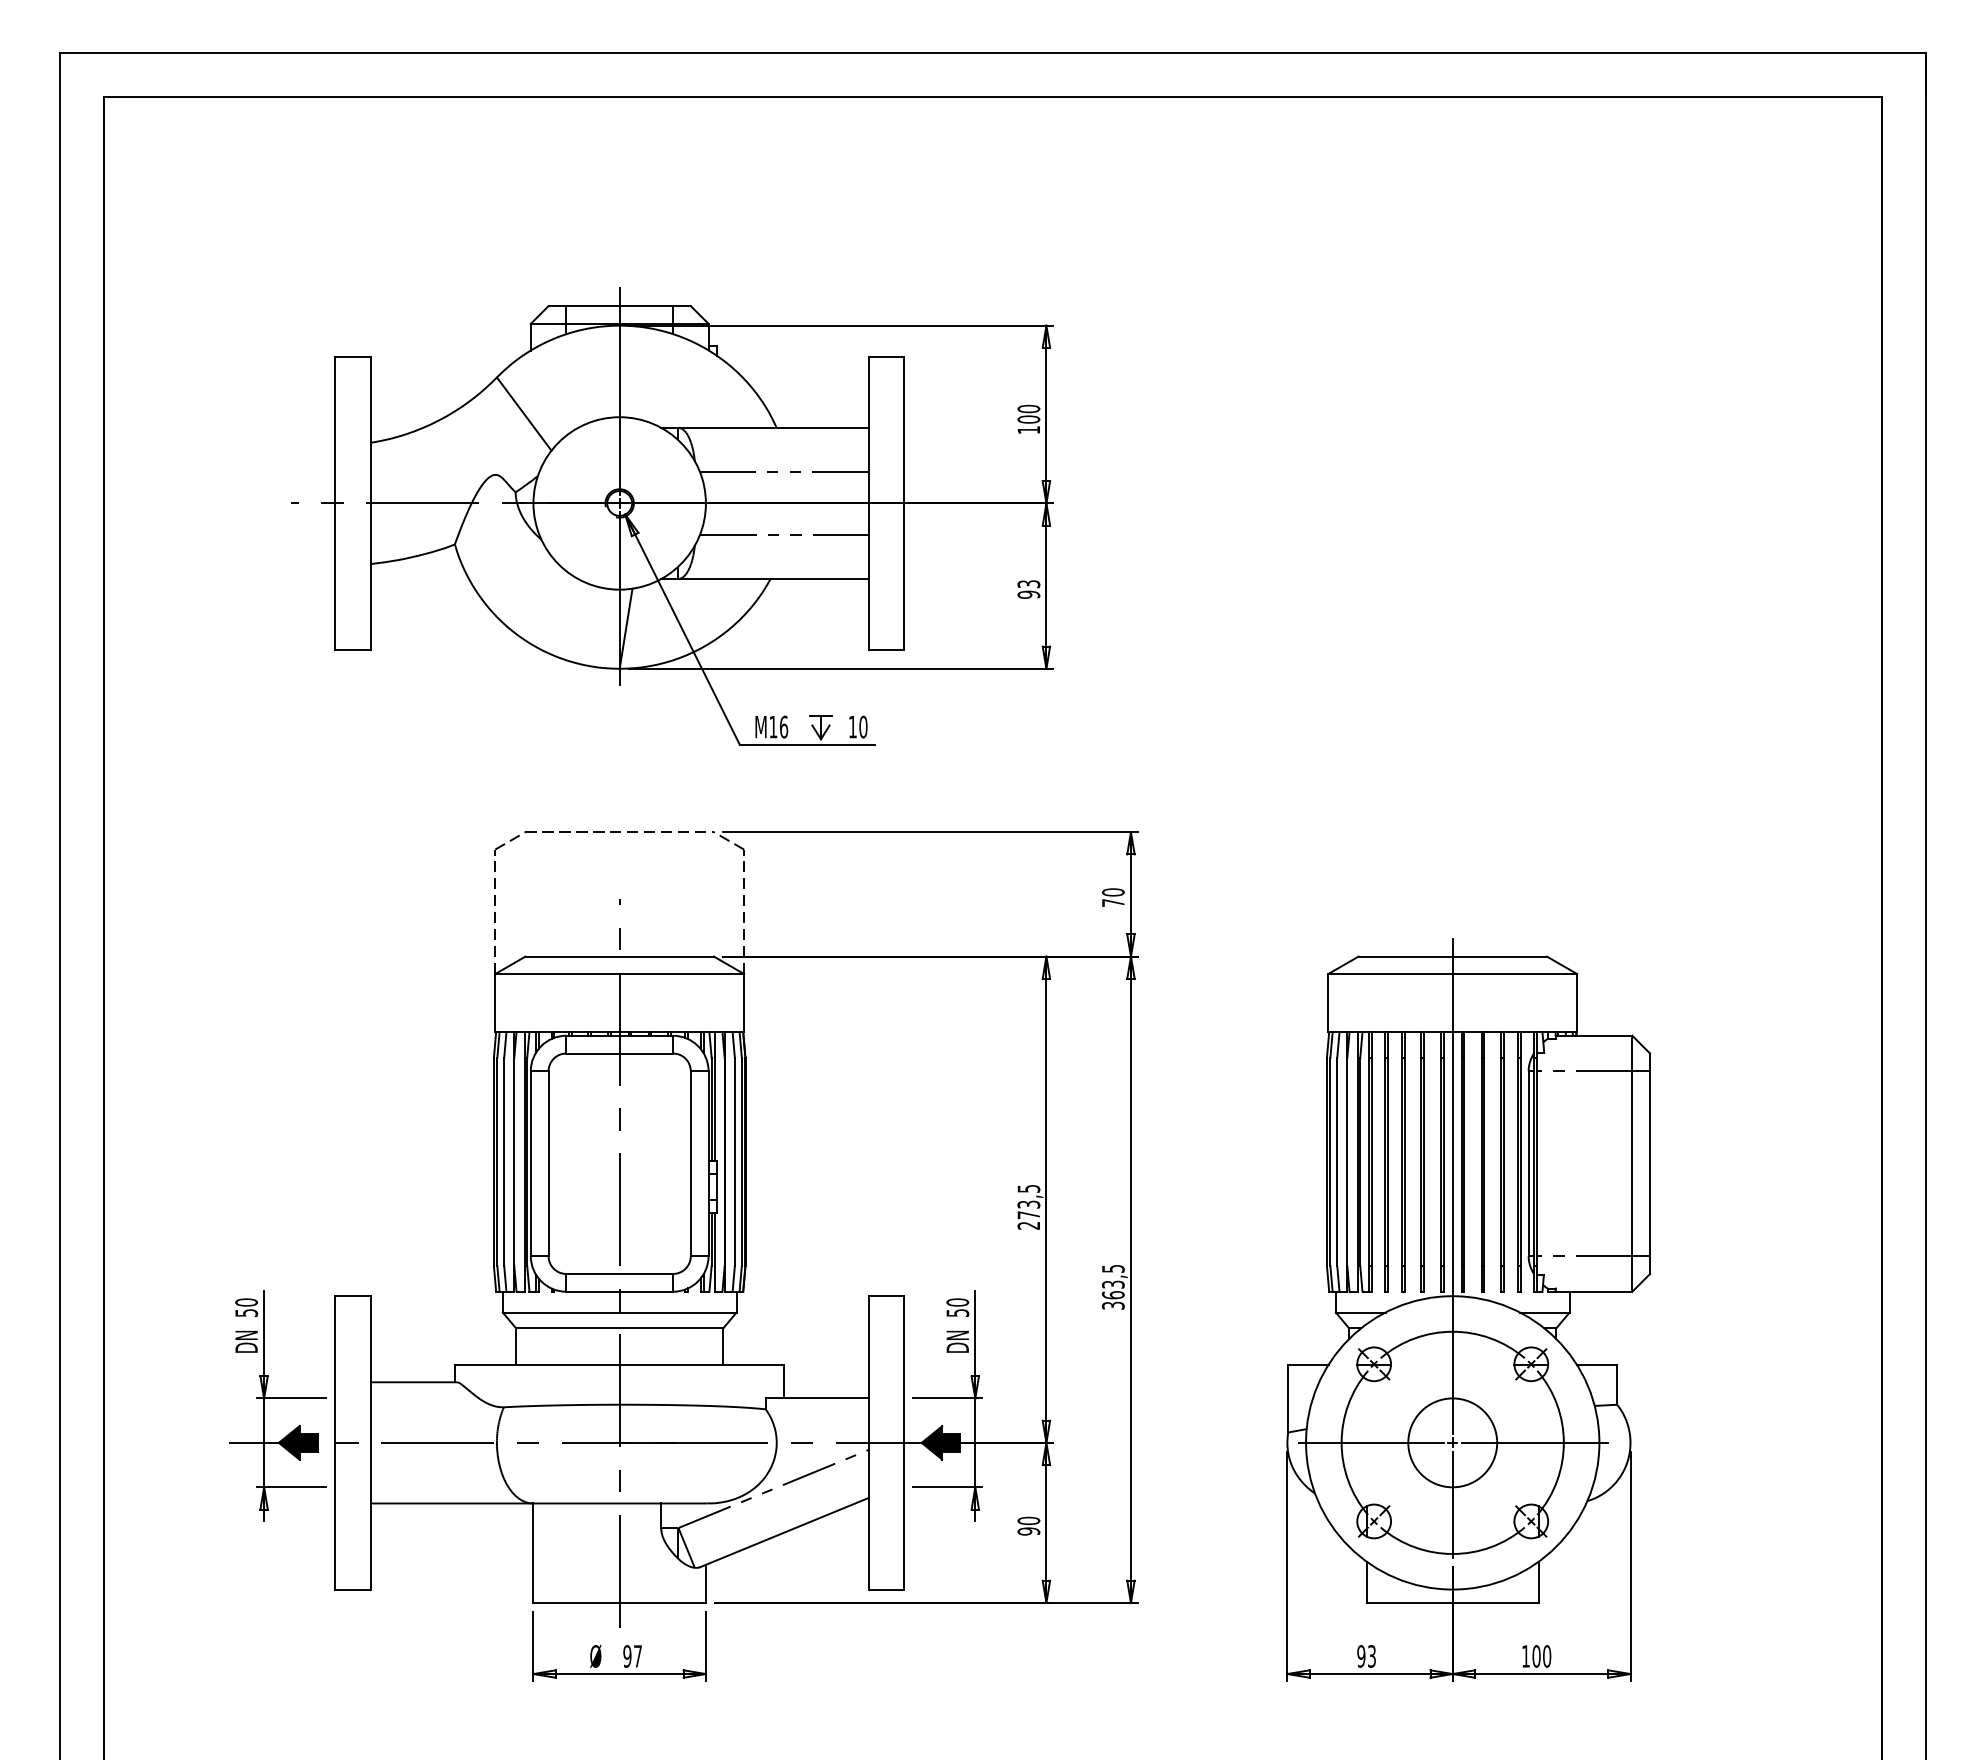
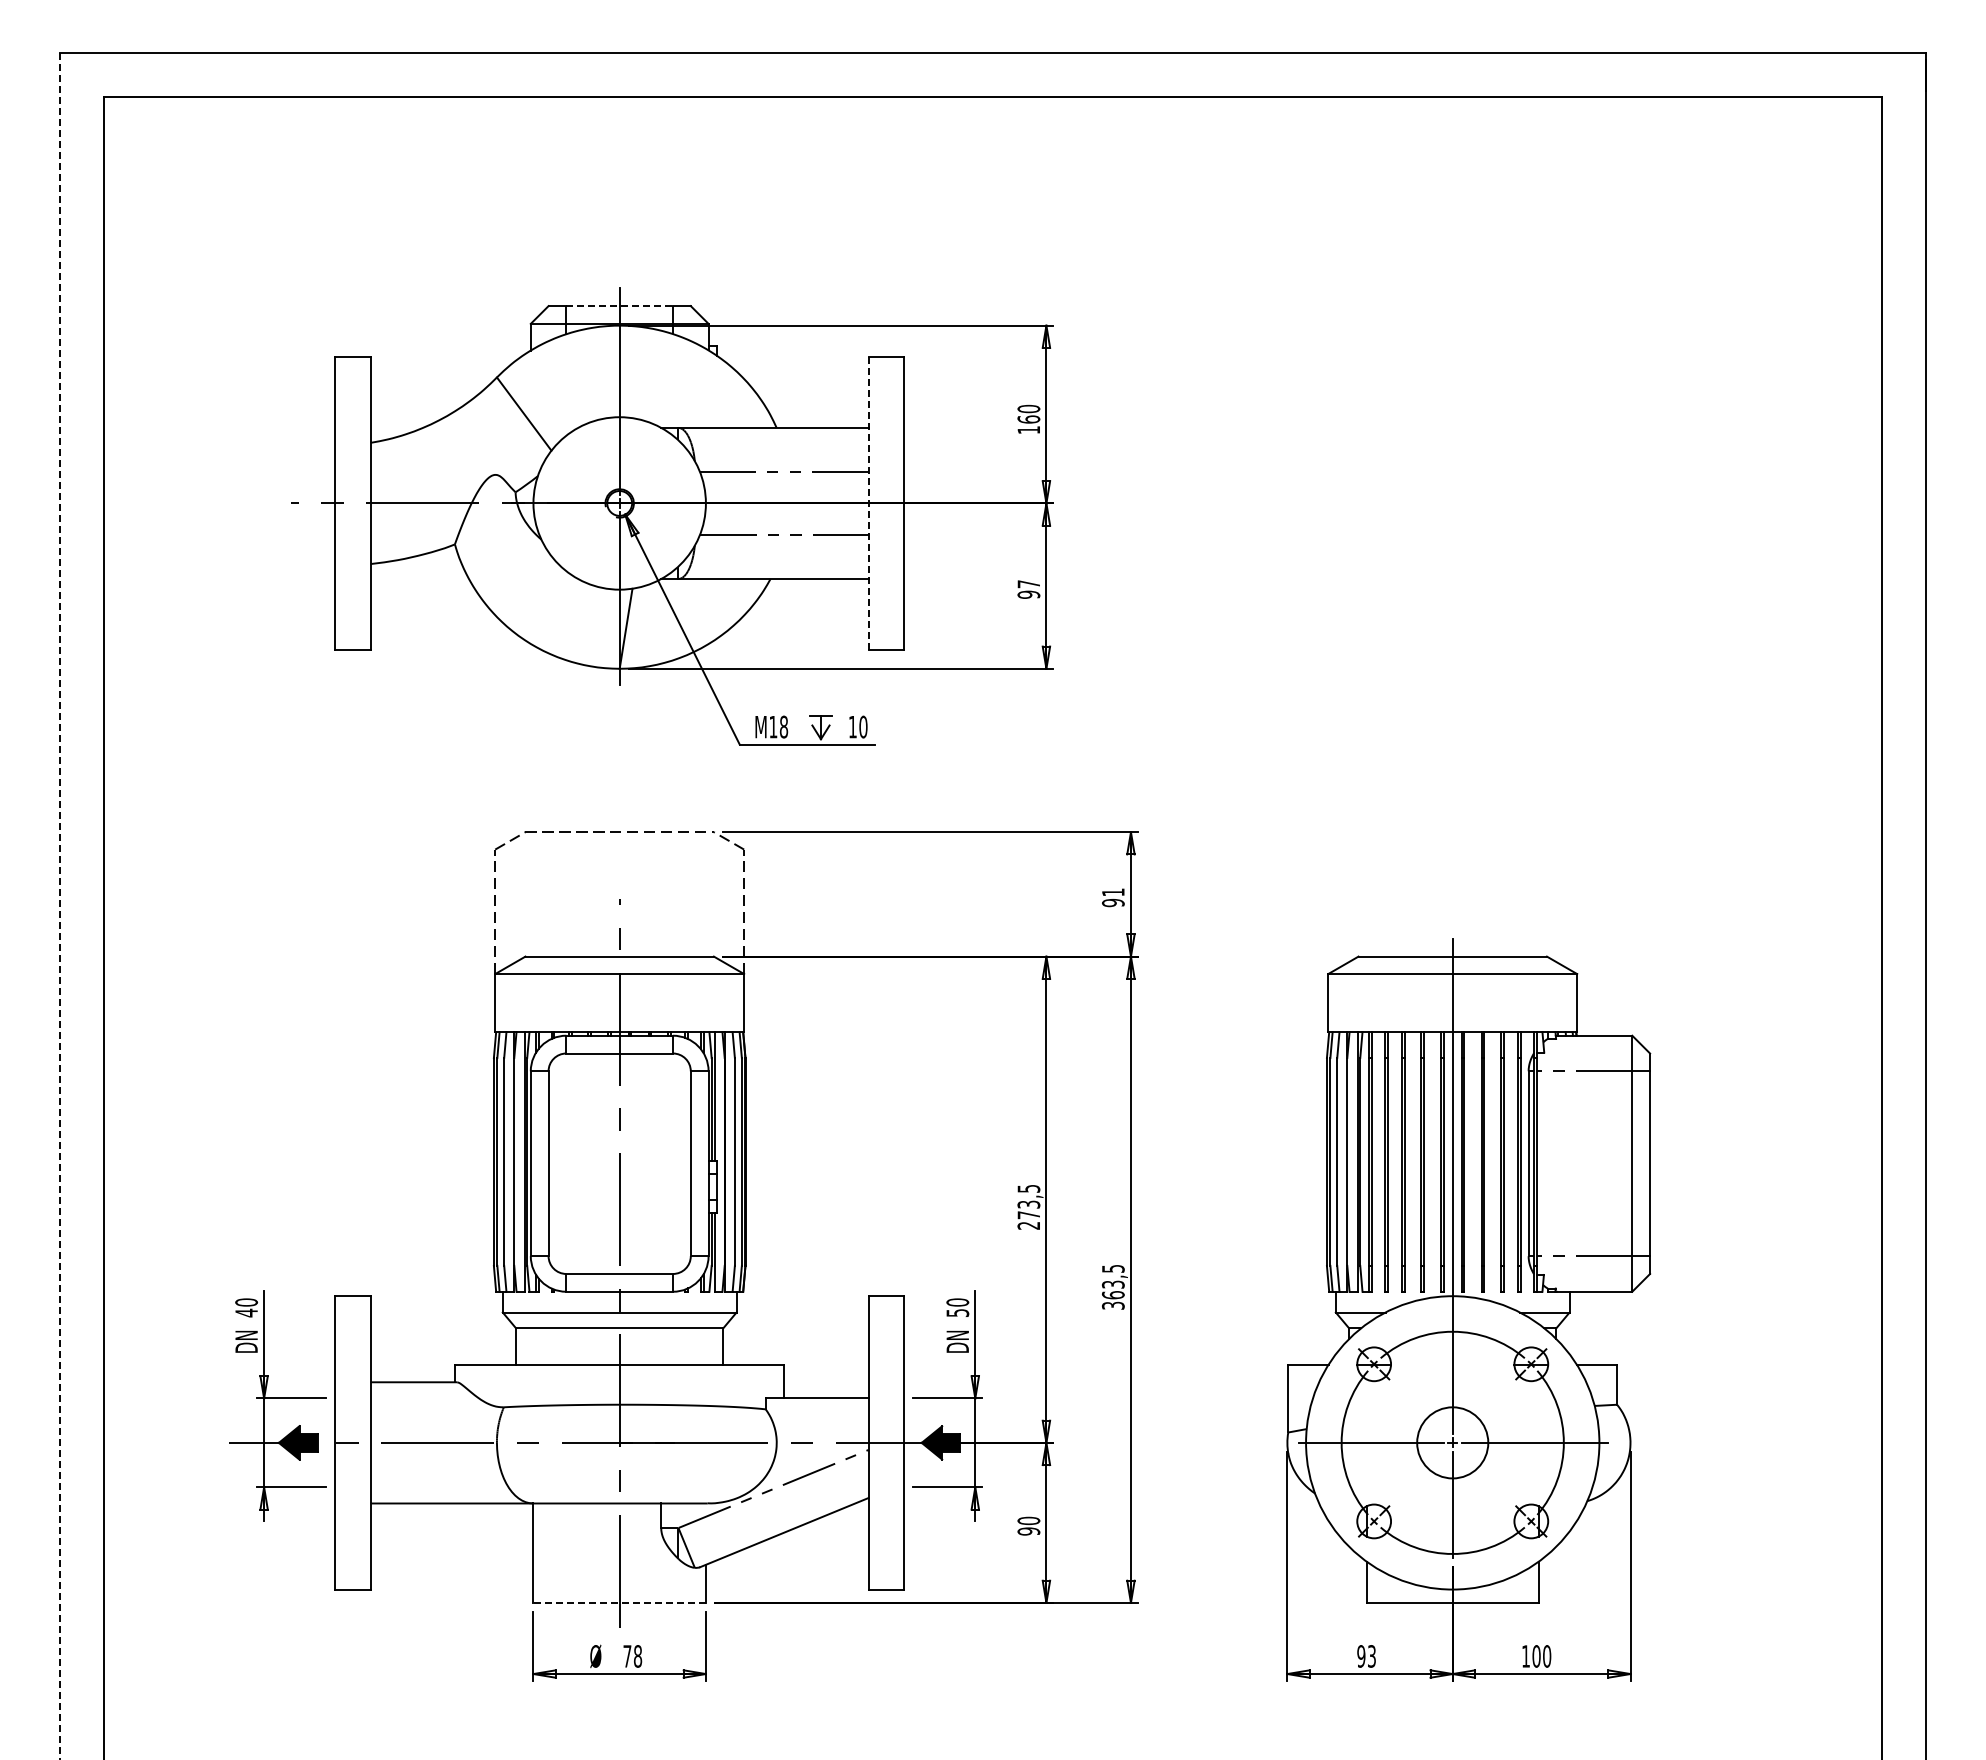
line at (620, 306): solid -> dashed
text at (1028, 419): 100 -> 160
line at (868, 503): solid -> dashed
text at (1028, 584): 93 -> 97
text at (783, 726): M16 -> M18
text at (1113, 897): 70 -> 91
line at (59, 906): solid -> dashed
text at (246, 1312): 50 -> 40
circle at (1452, 1442) diameter: 89 px -> 71 px
line at (619, 1602): solid -> dashed
text at (632, 1656): 97 -> 78
